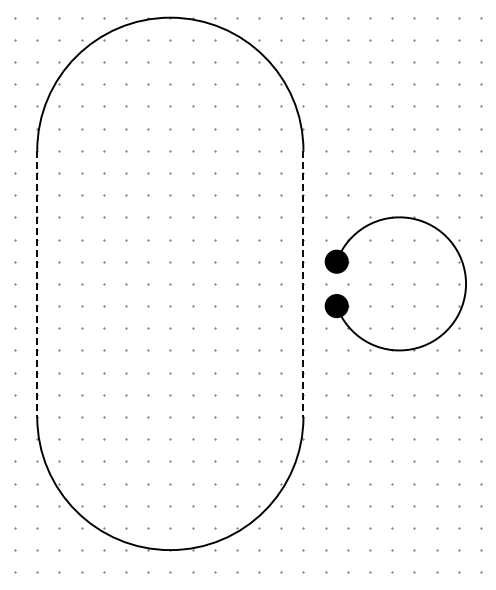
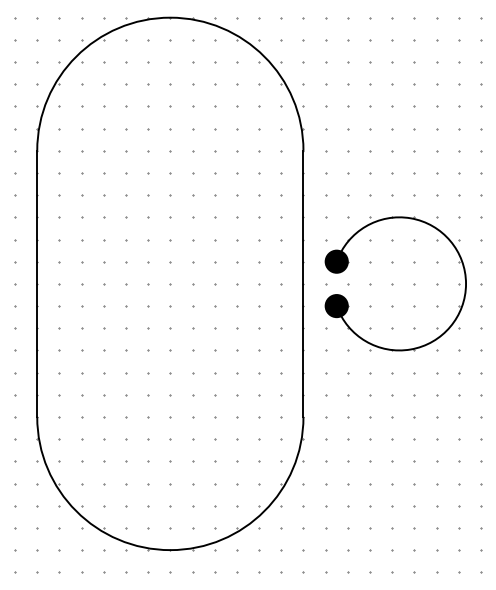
line at (37, 284): dashed -> solid
line at (303, 284): dashed -> solid
